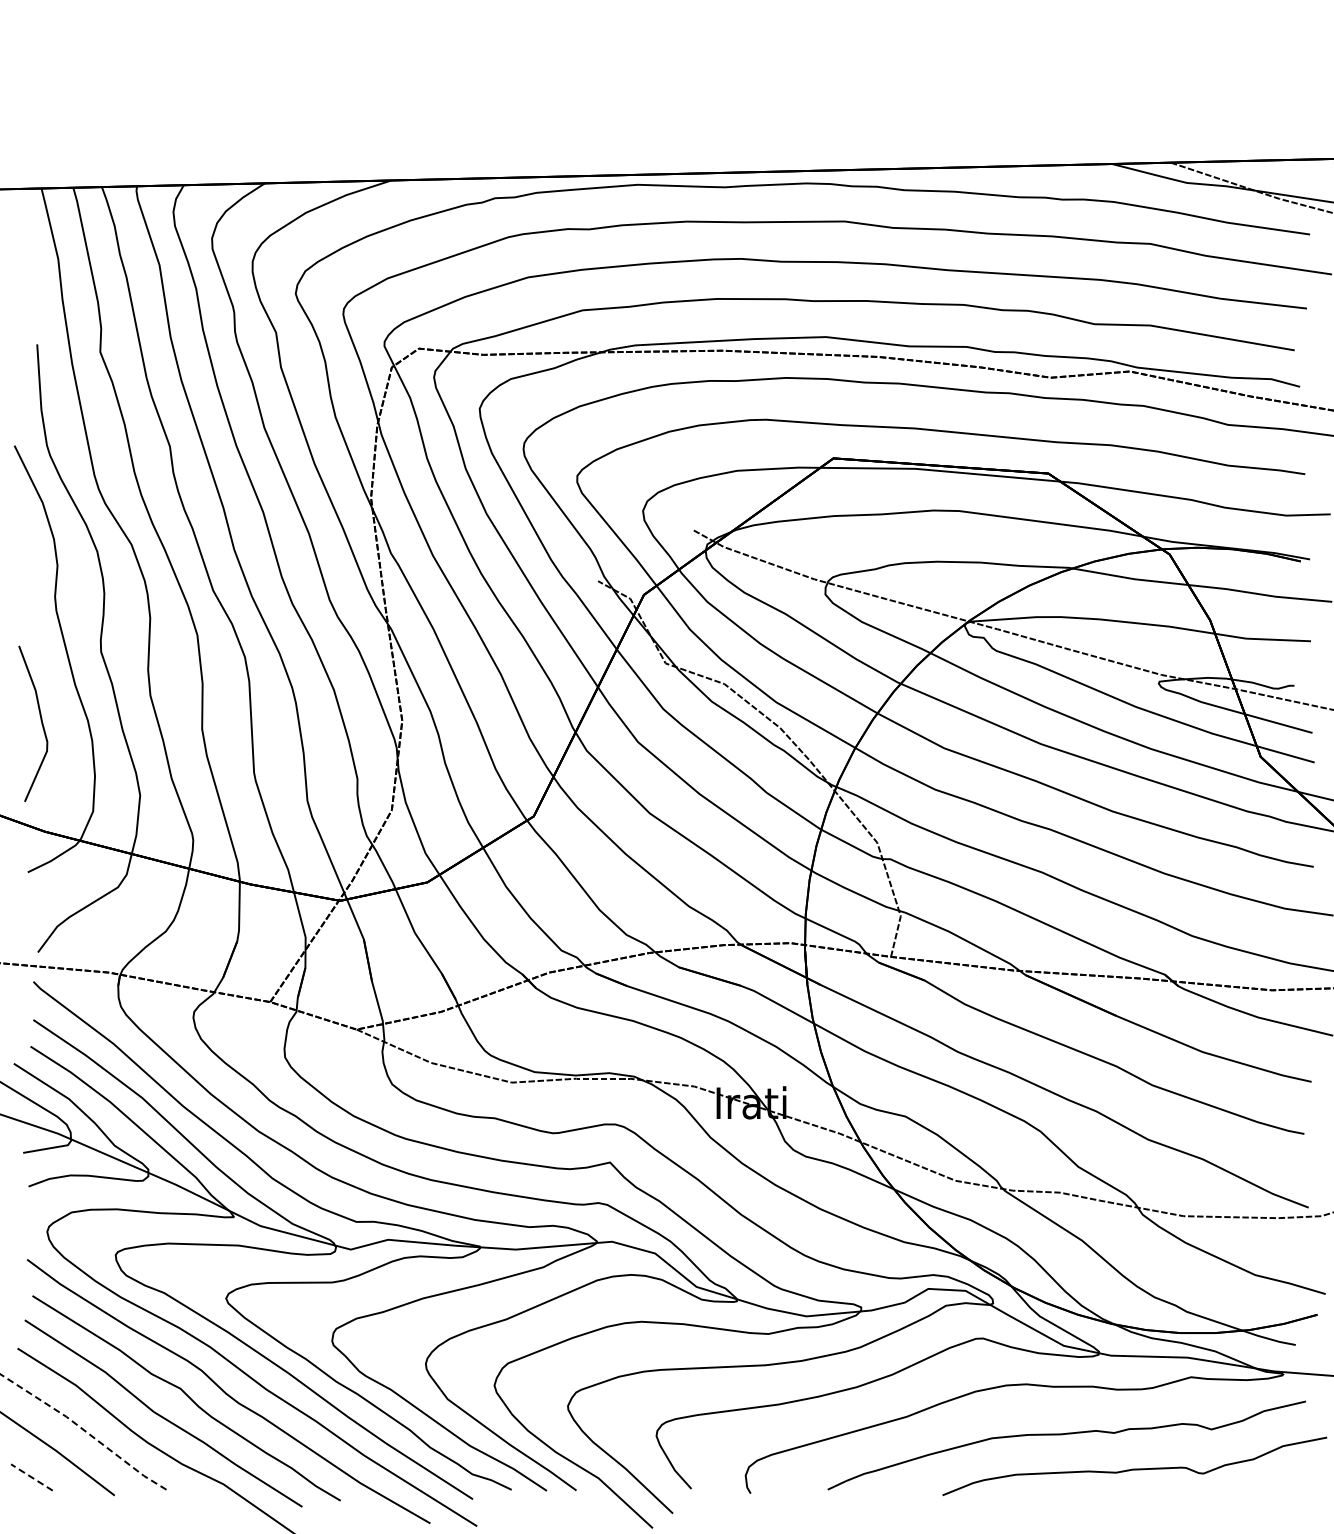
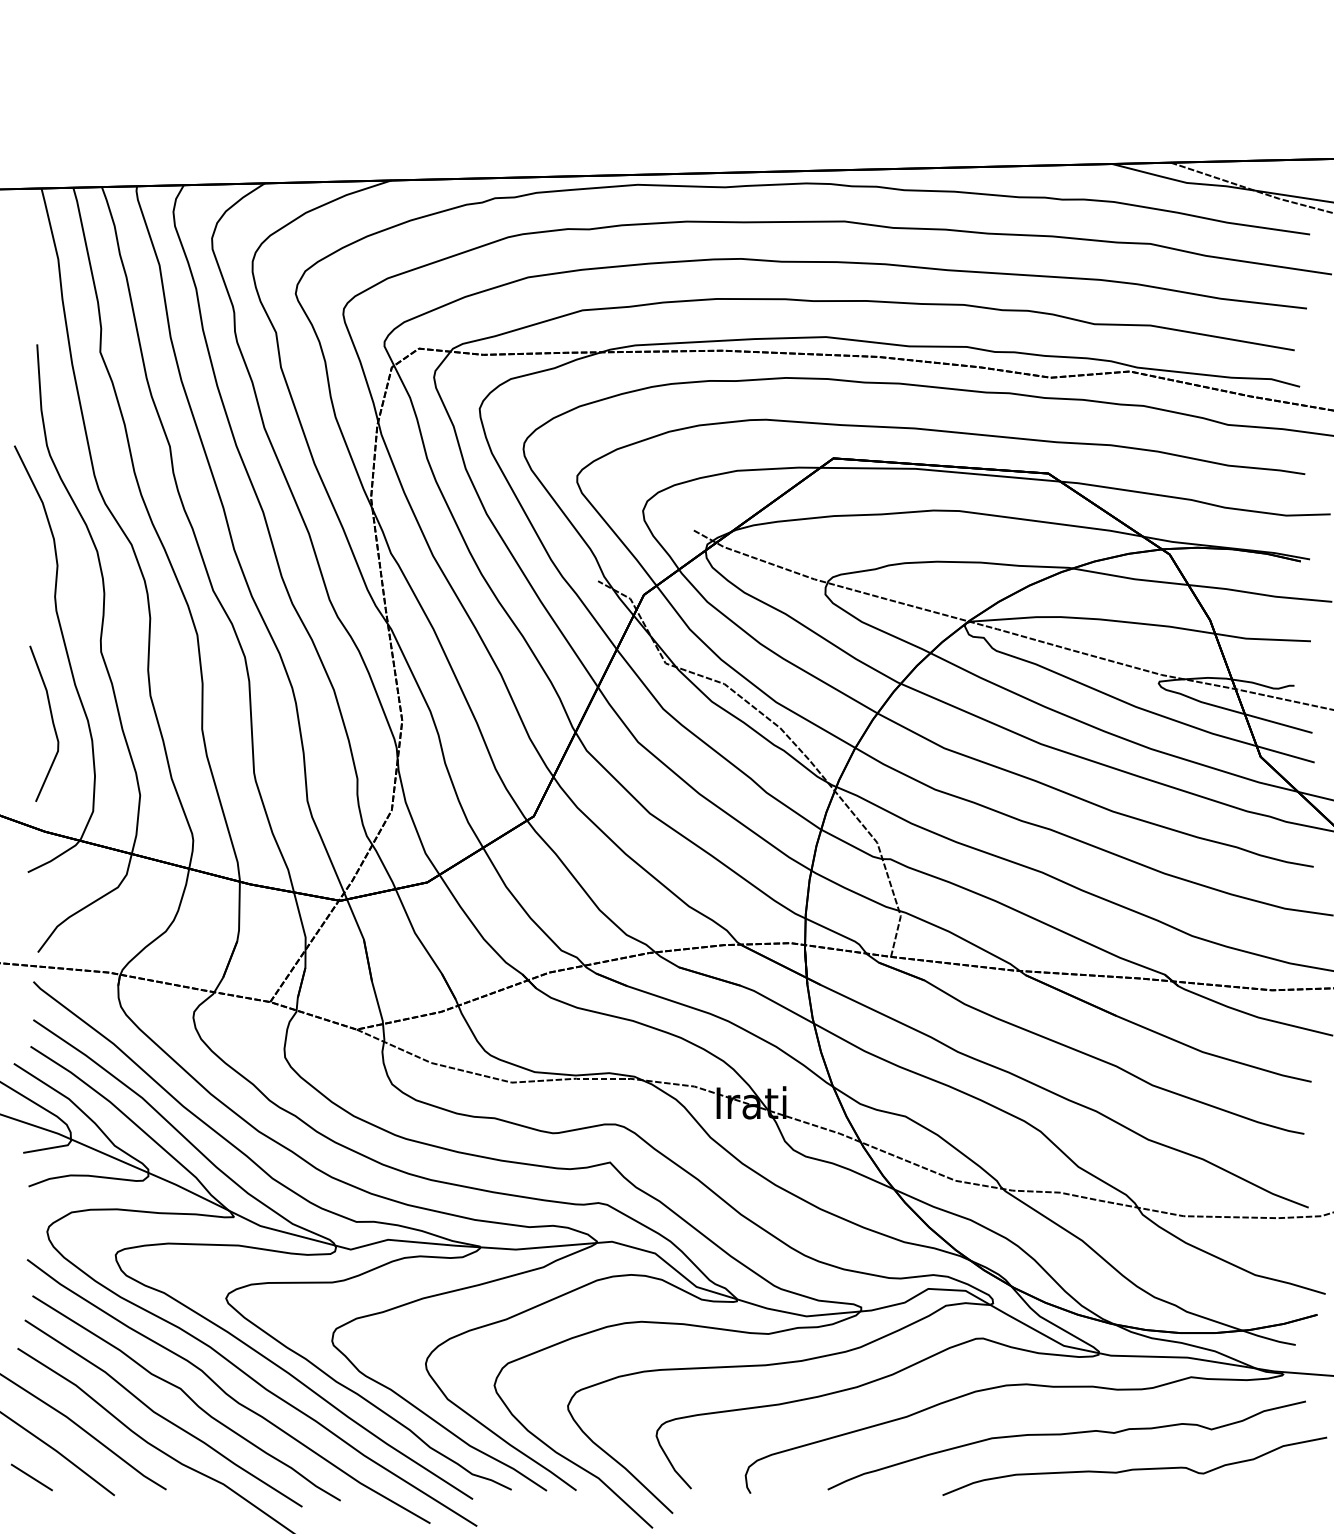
curve at (40, 720) position: (40, 720) -> (51, 720)
line at (84, 1430): dashed -> solid
line at (31, 1477): dashed -> solid
